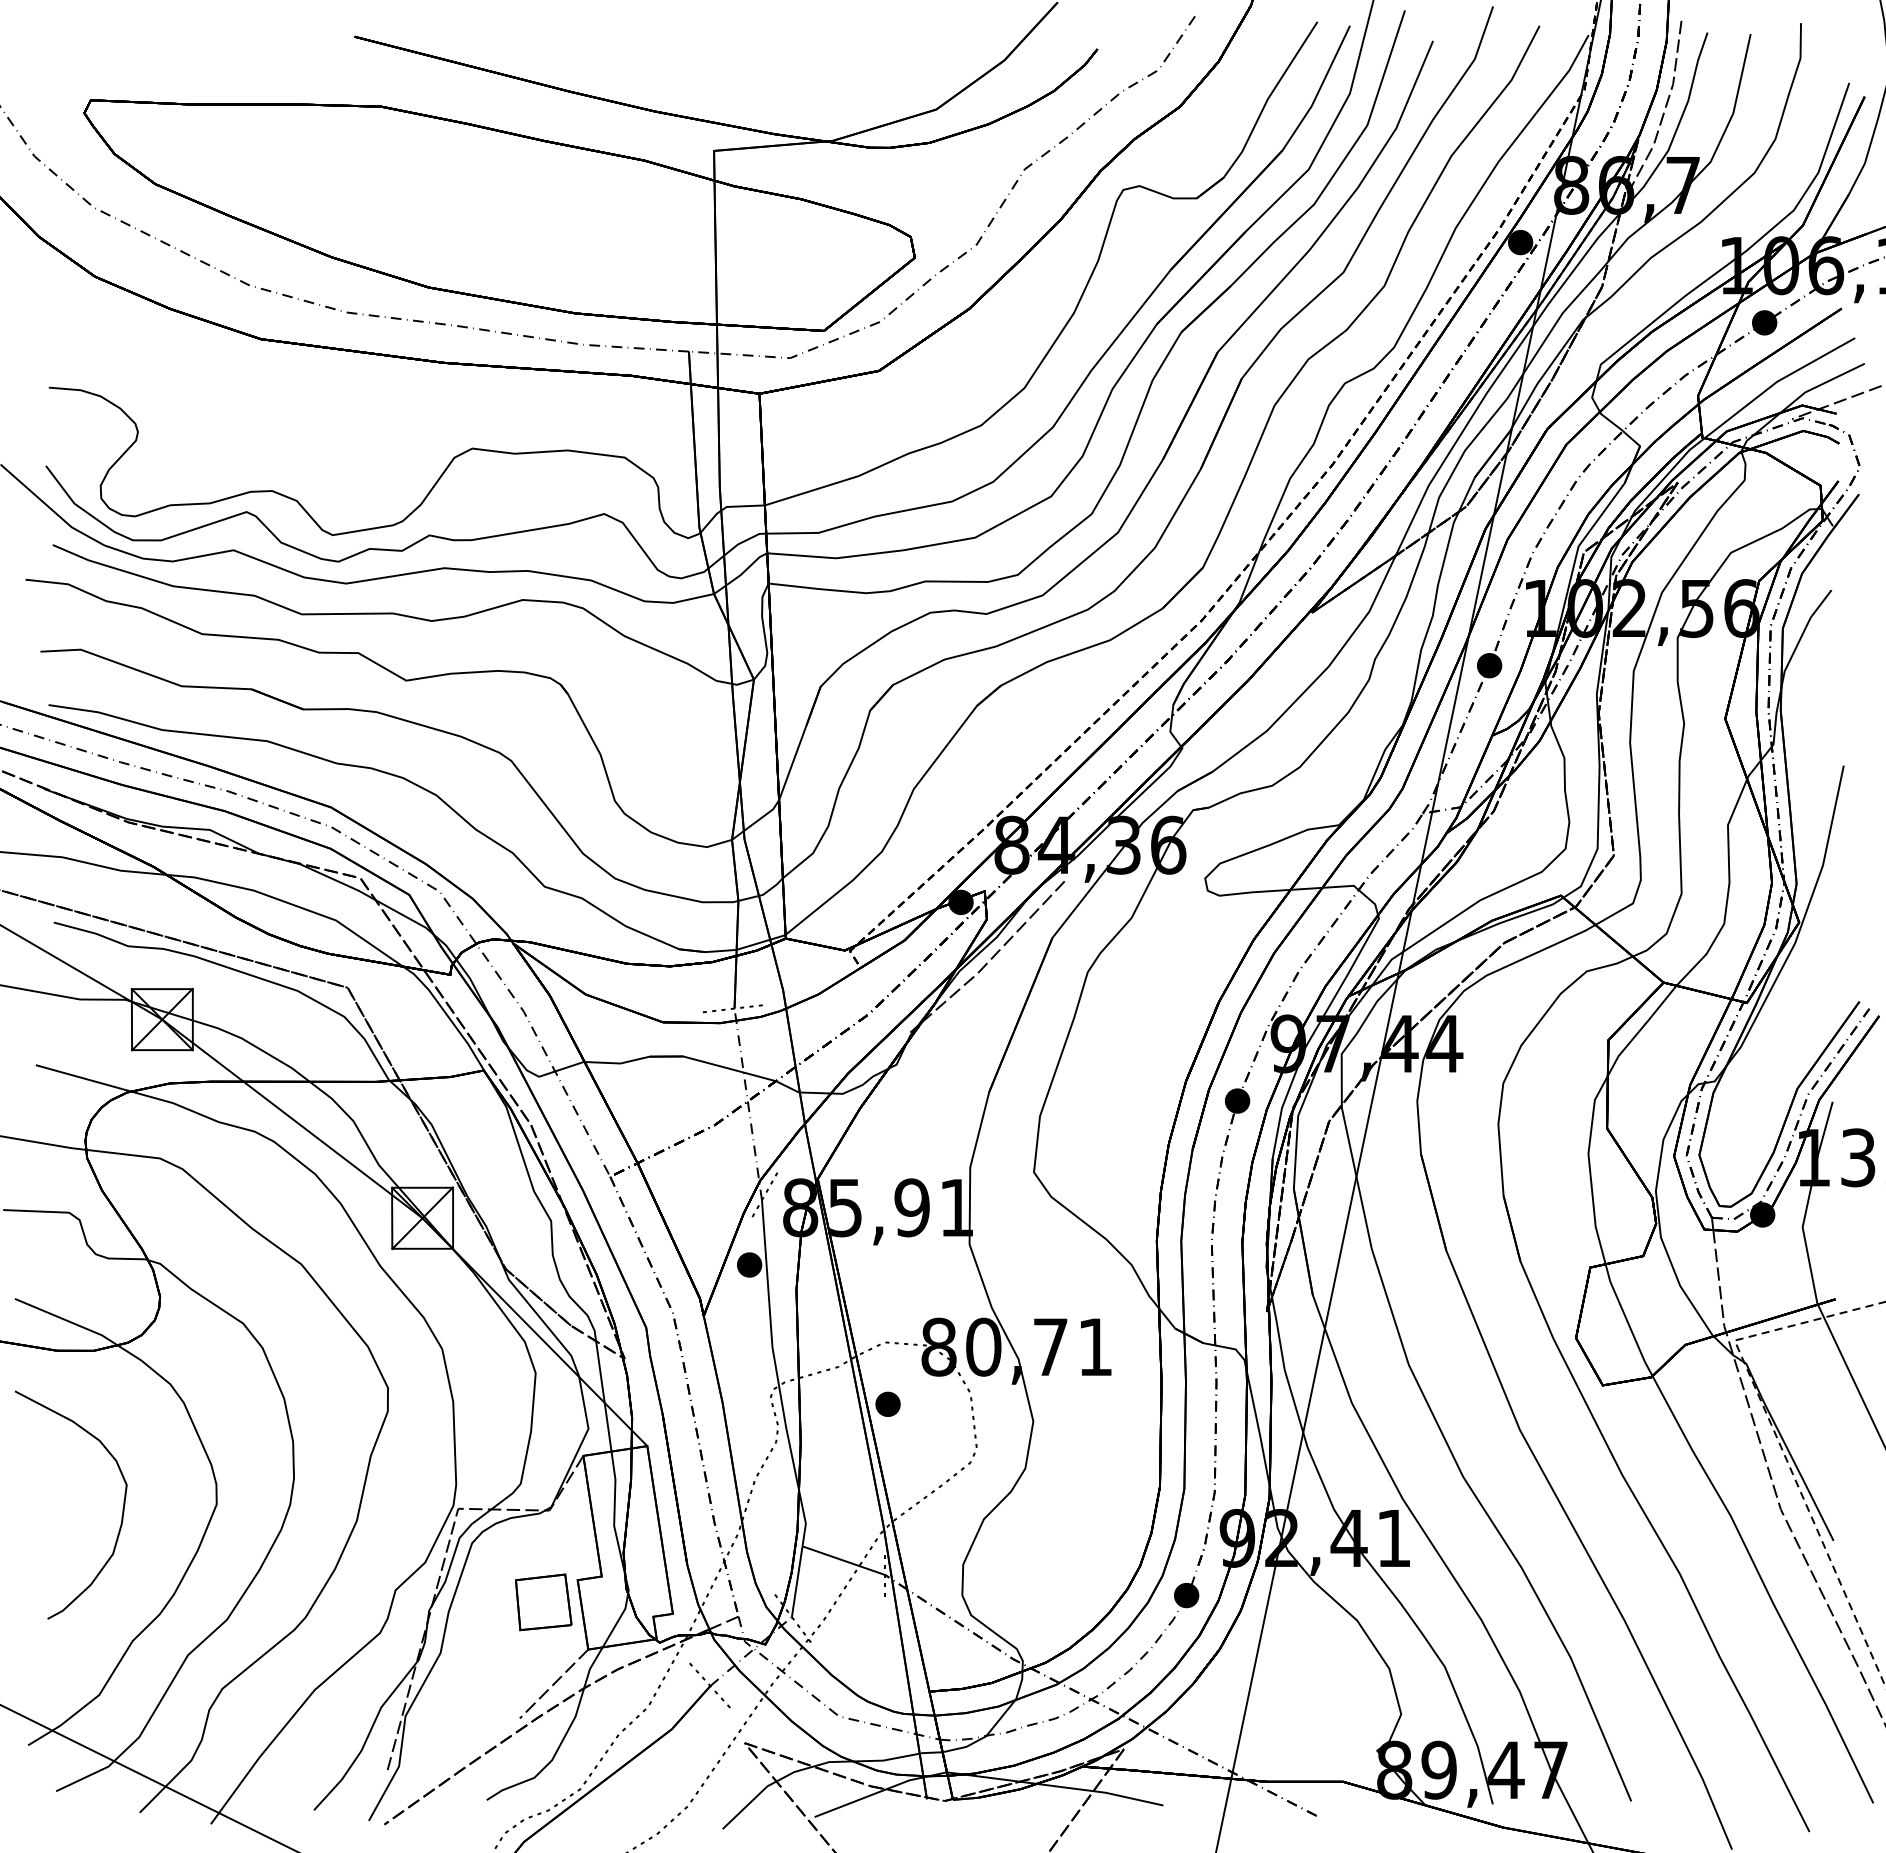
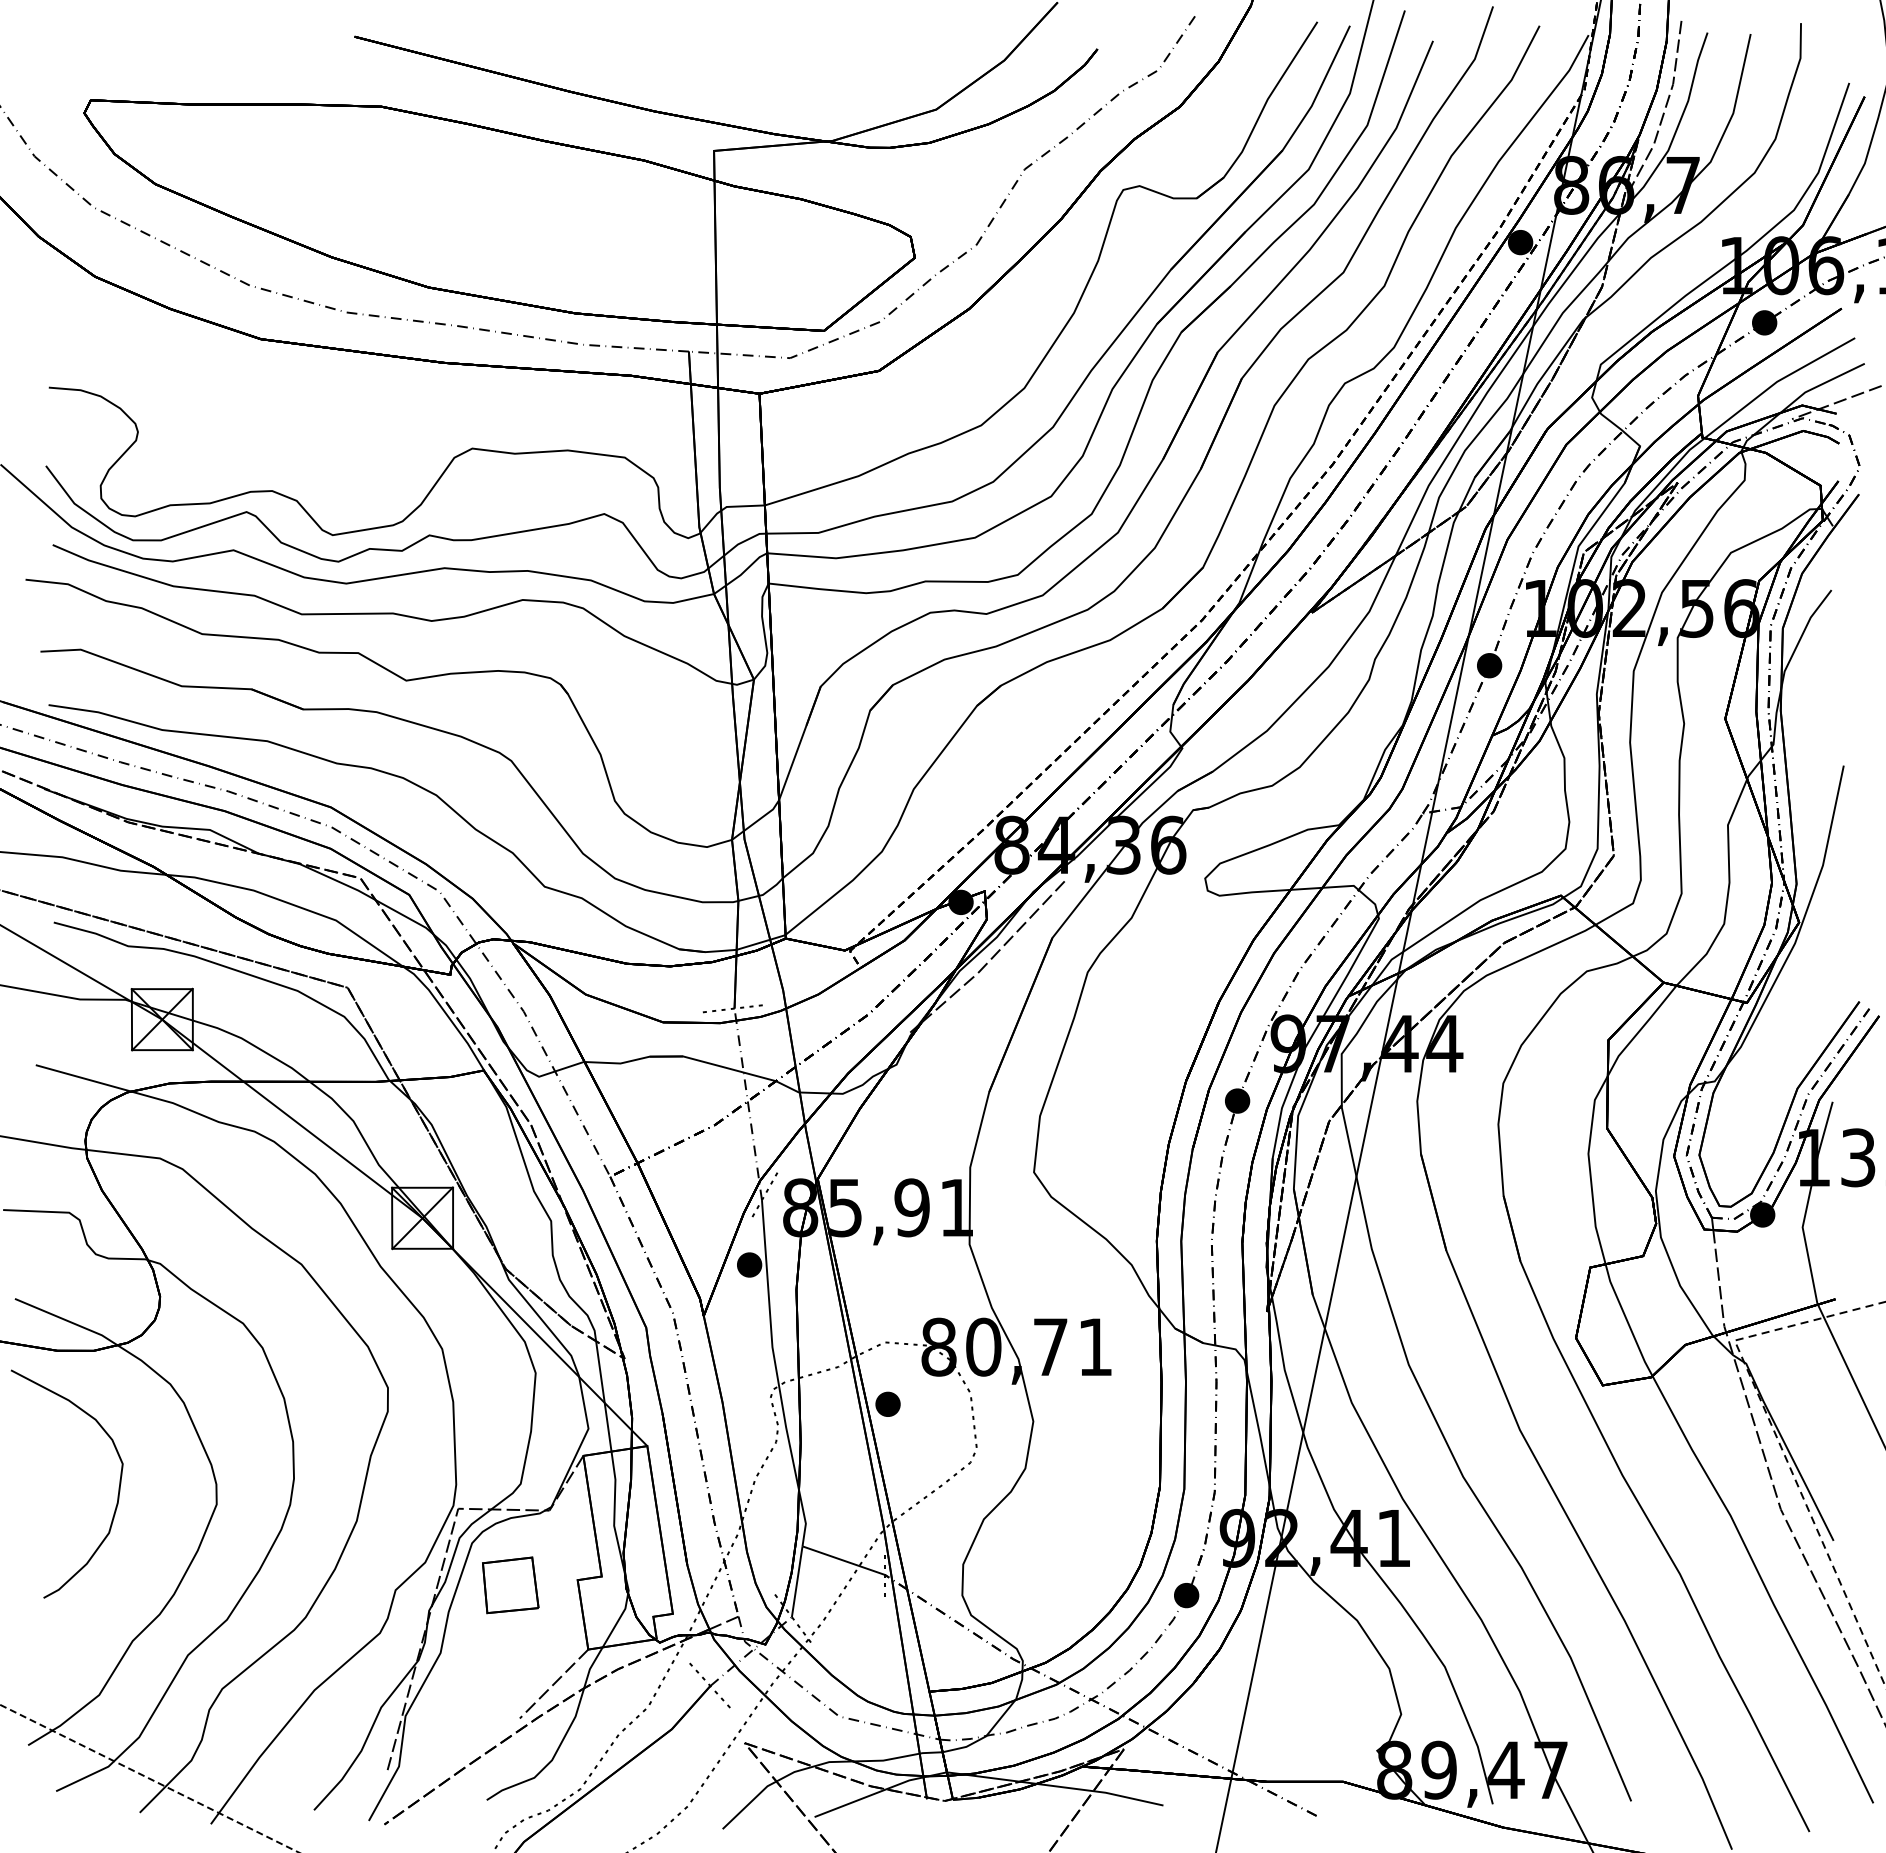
curve at (122, 1508) position: (122, 1508) -> (118, 1487)
part at (543, 1602) position: (543, 1602) -> (510, 1585)
line at (149, 1778): solid -> dashed
